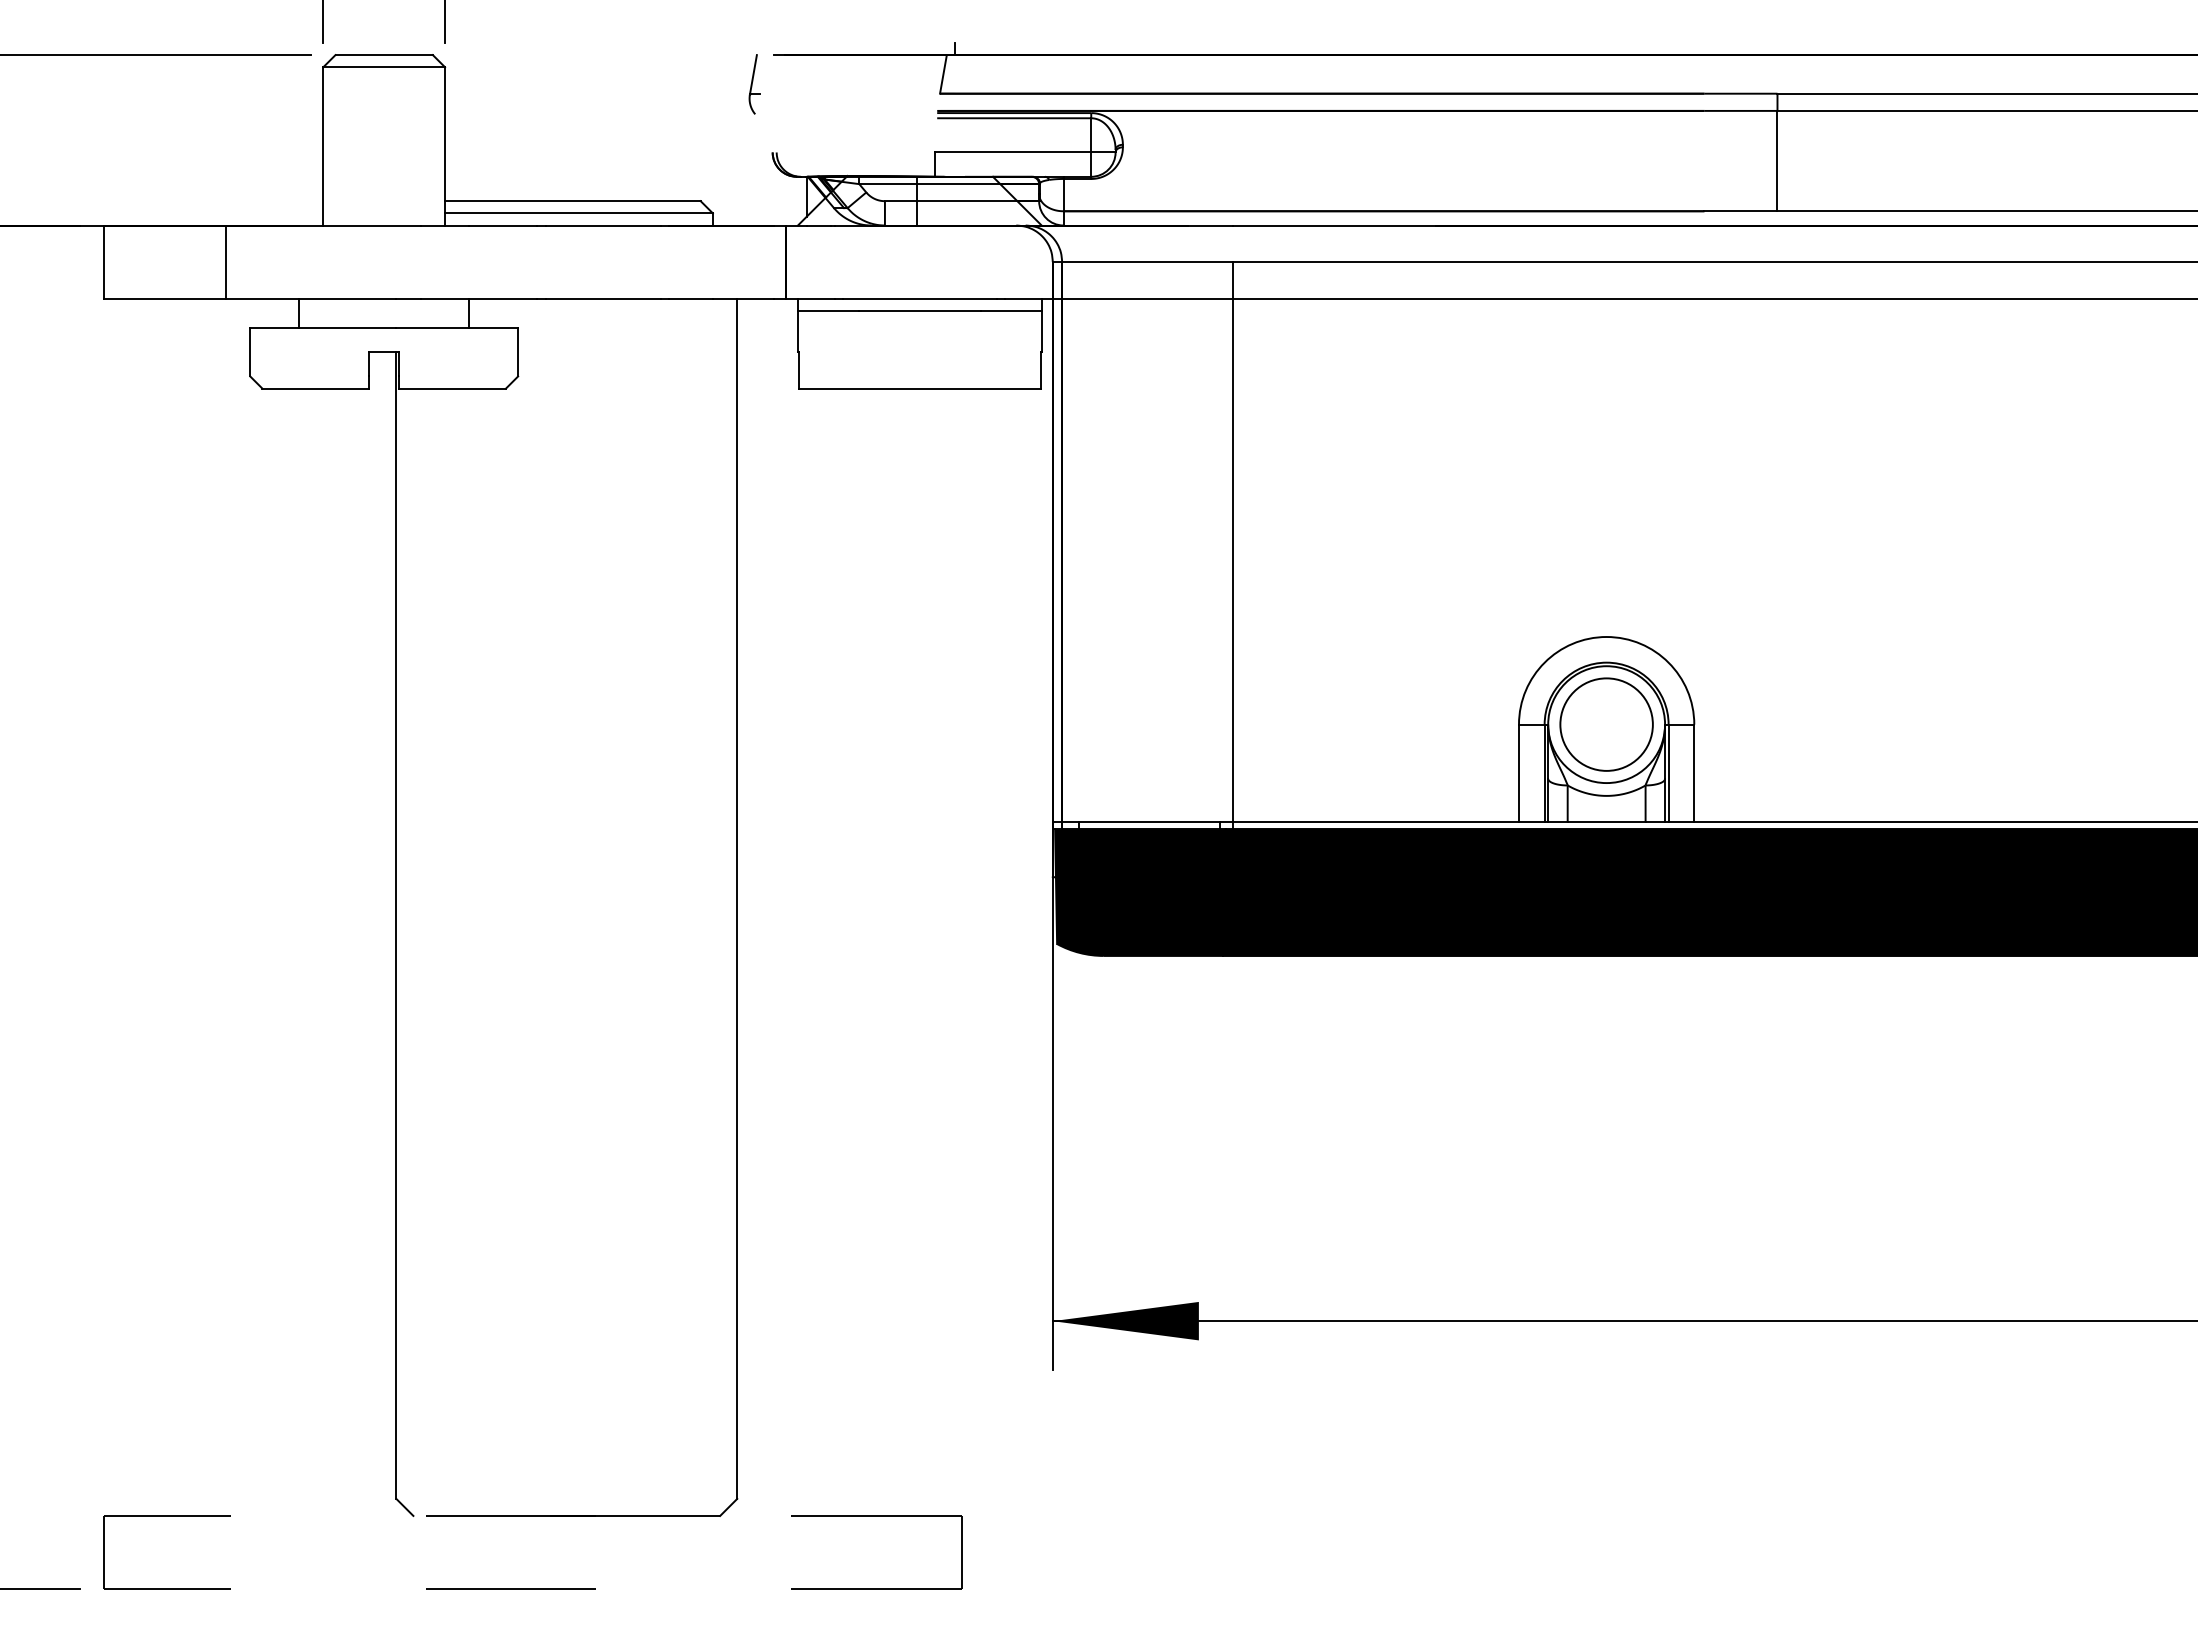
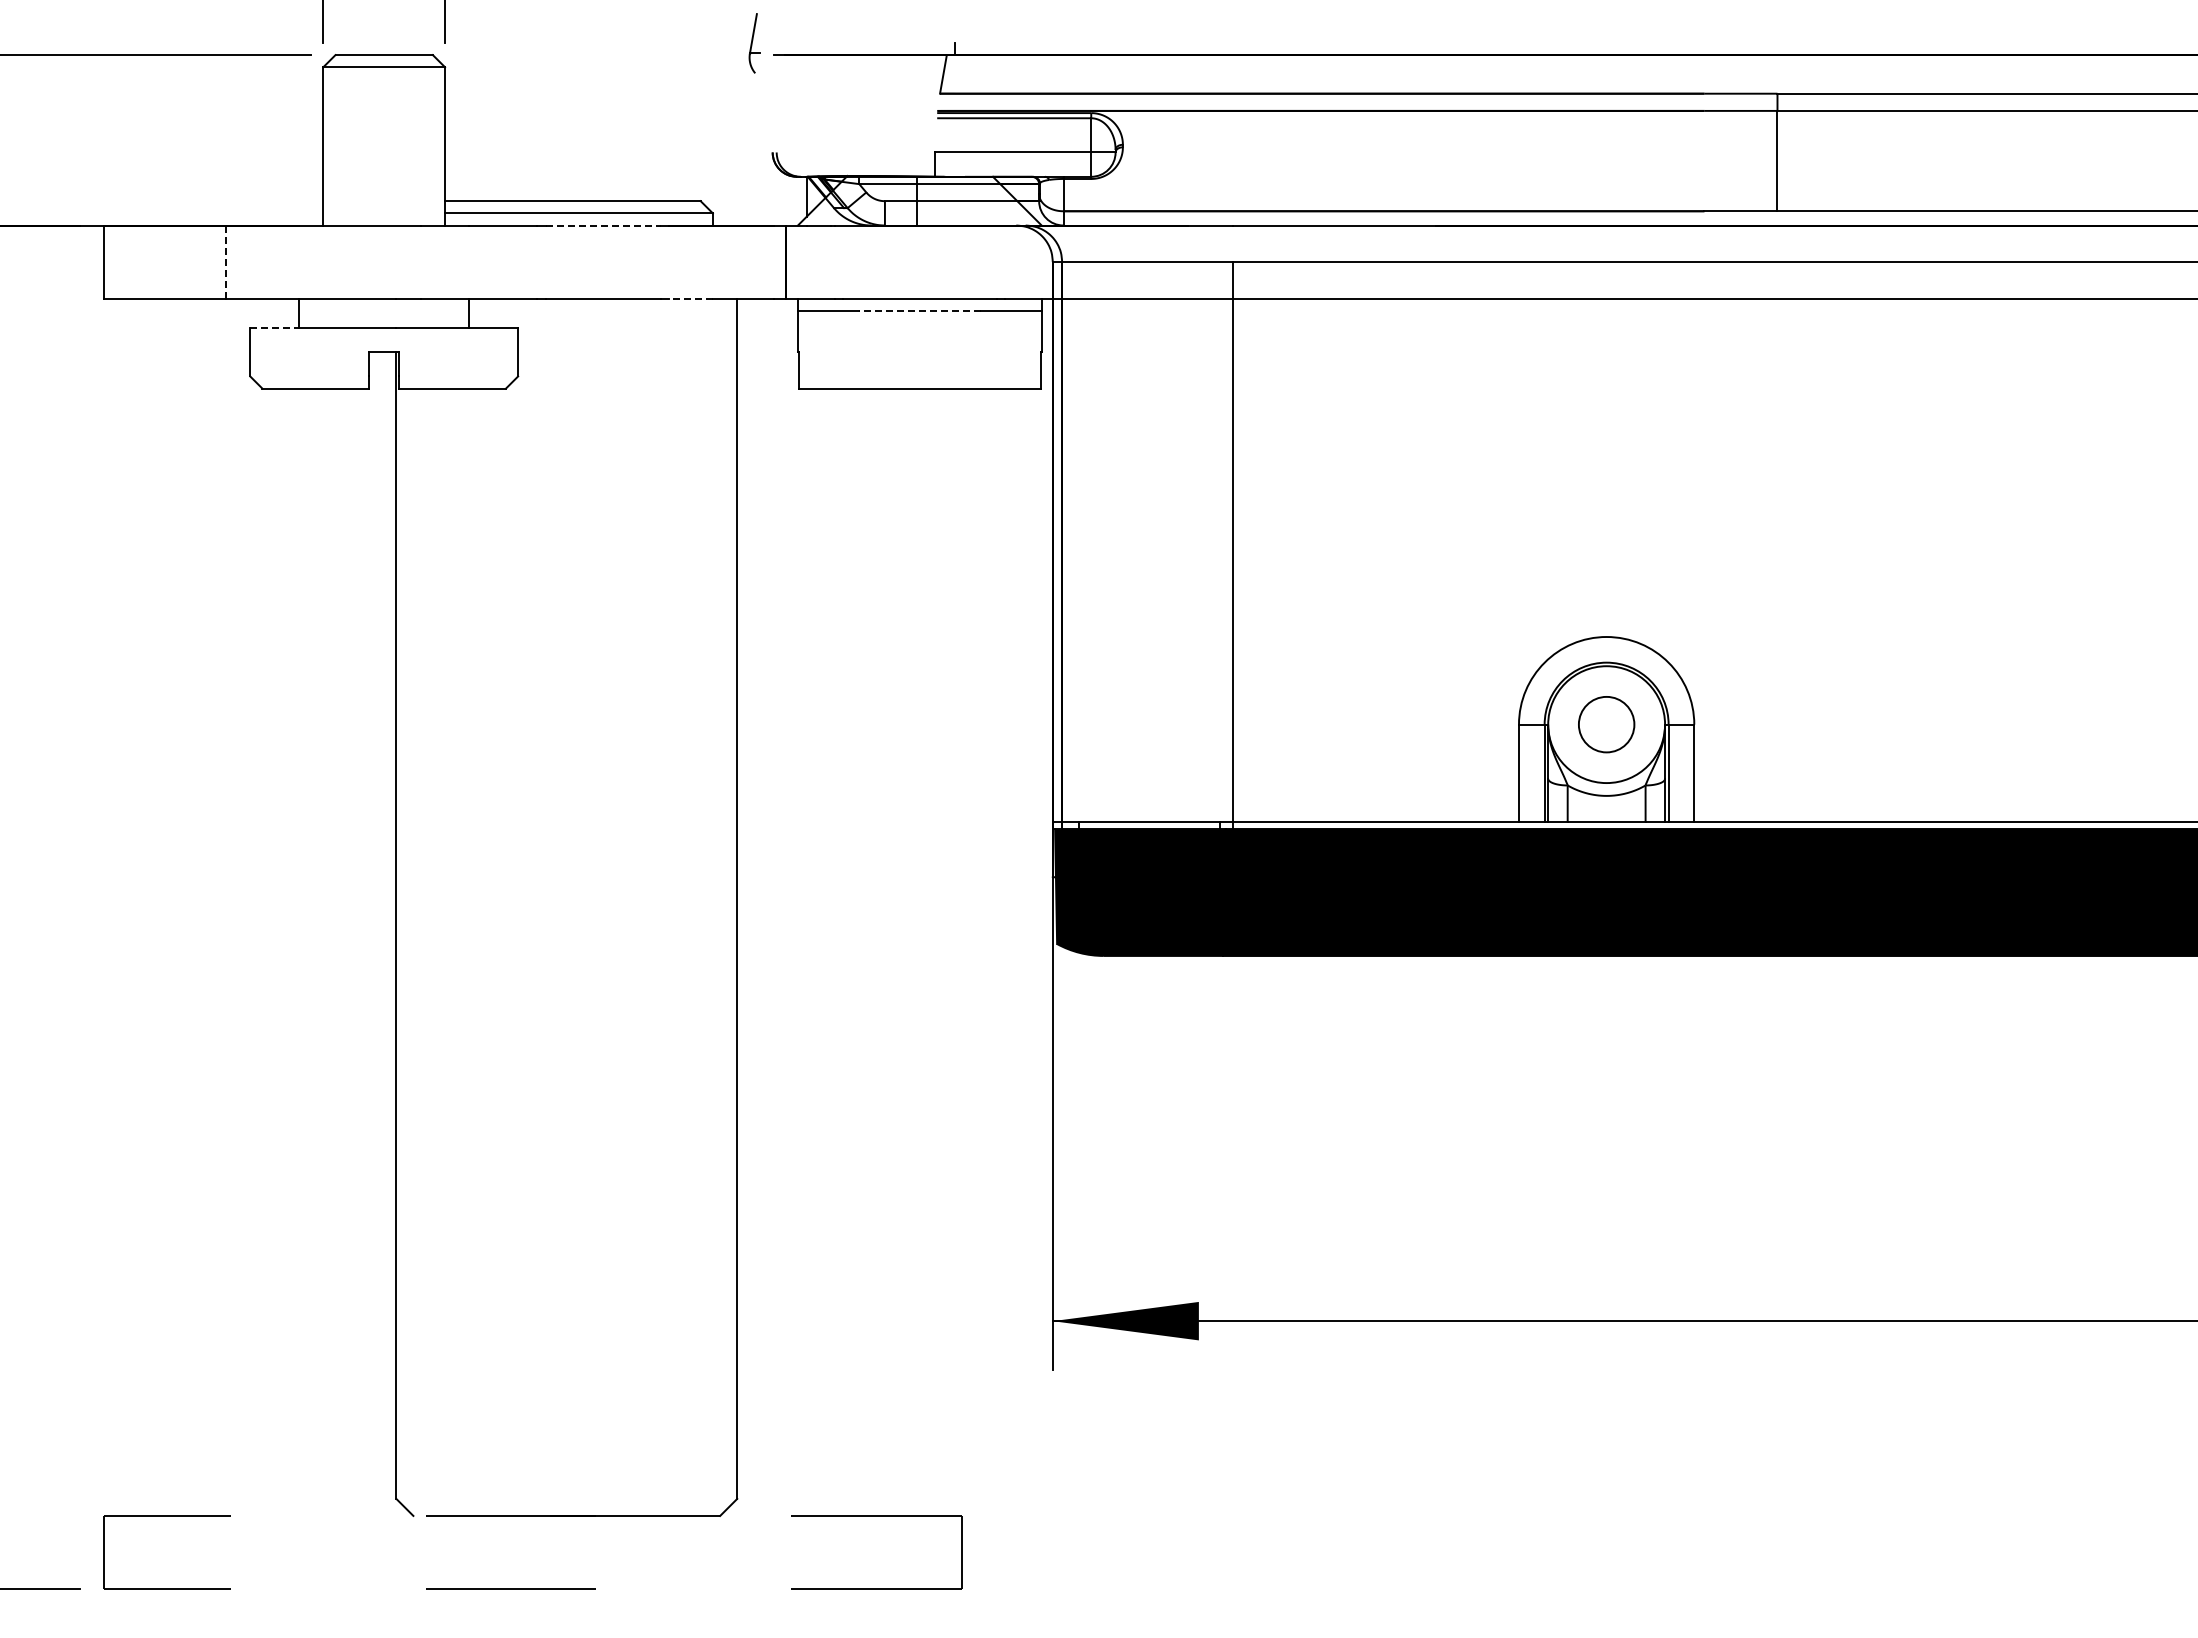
part at (754, 84) position: (754, 84) -> (754, 43)
line at (603, 225): solid -> dashed
line at (226, 262): solid -> dashed
line at (691, 298): solid -> dashed
line at (919, 310): solid -> dashed
line at (275, 327): solid -> dashed
circle at (1606, 724) diameter: 93 px -> 56 px
